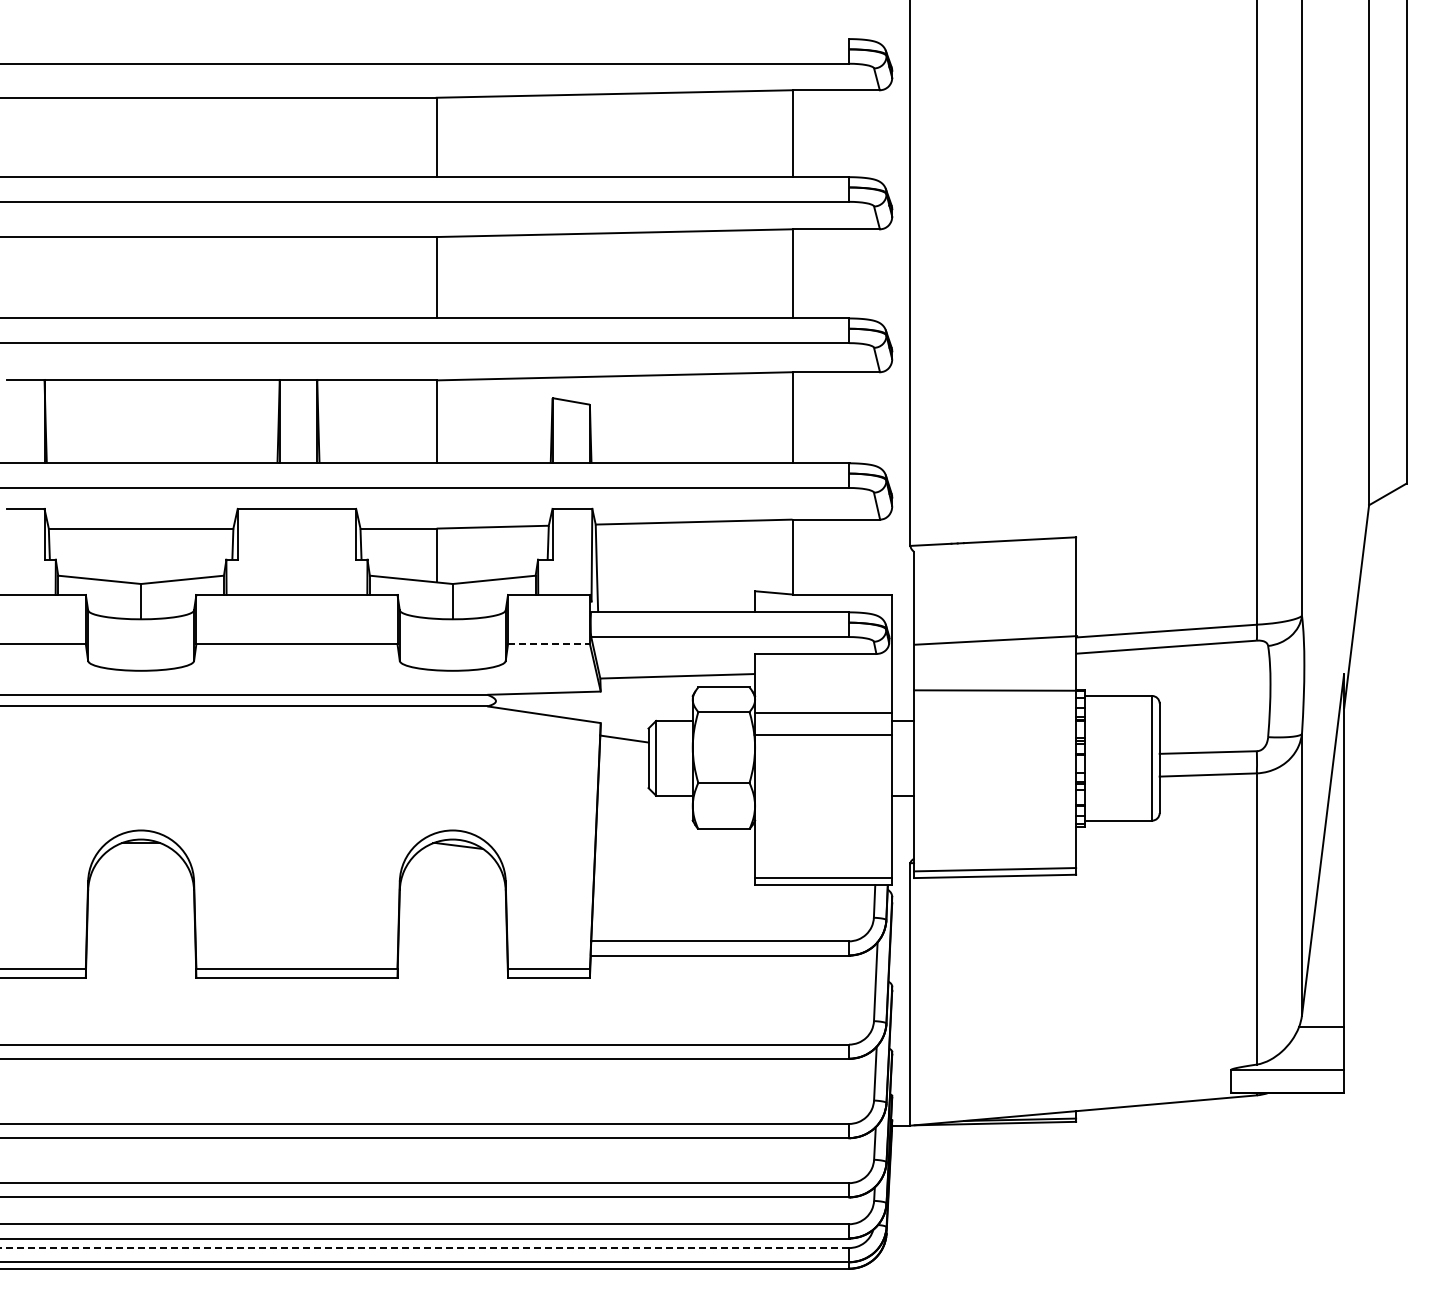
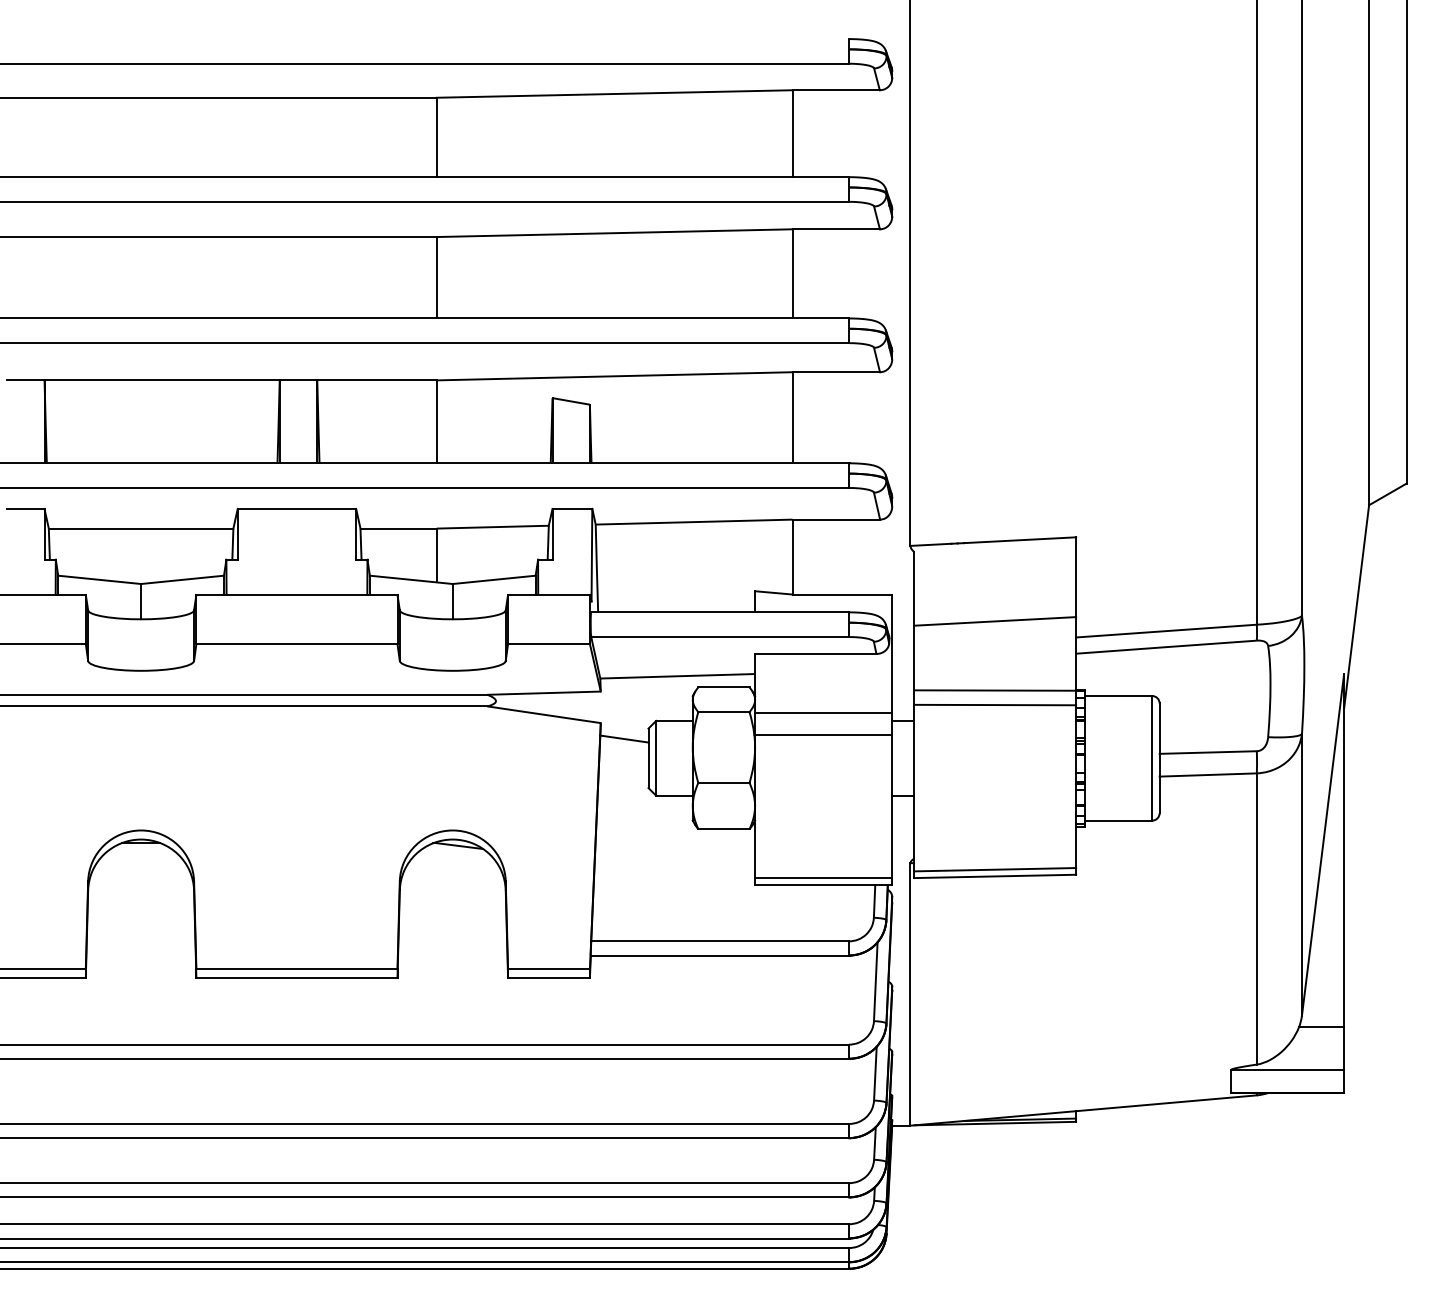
line at (996, 640) position: (996, 640) -> (995, 621)
line at (549, 644): dashed -> solid
line at (995, 704): none -> present
line at (424, 1248): dashed -> solid
